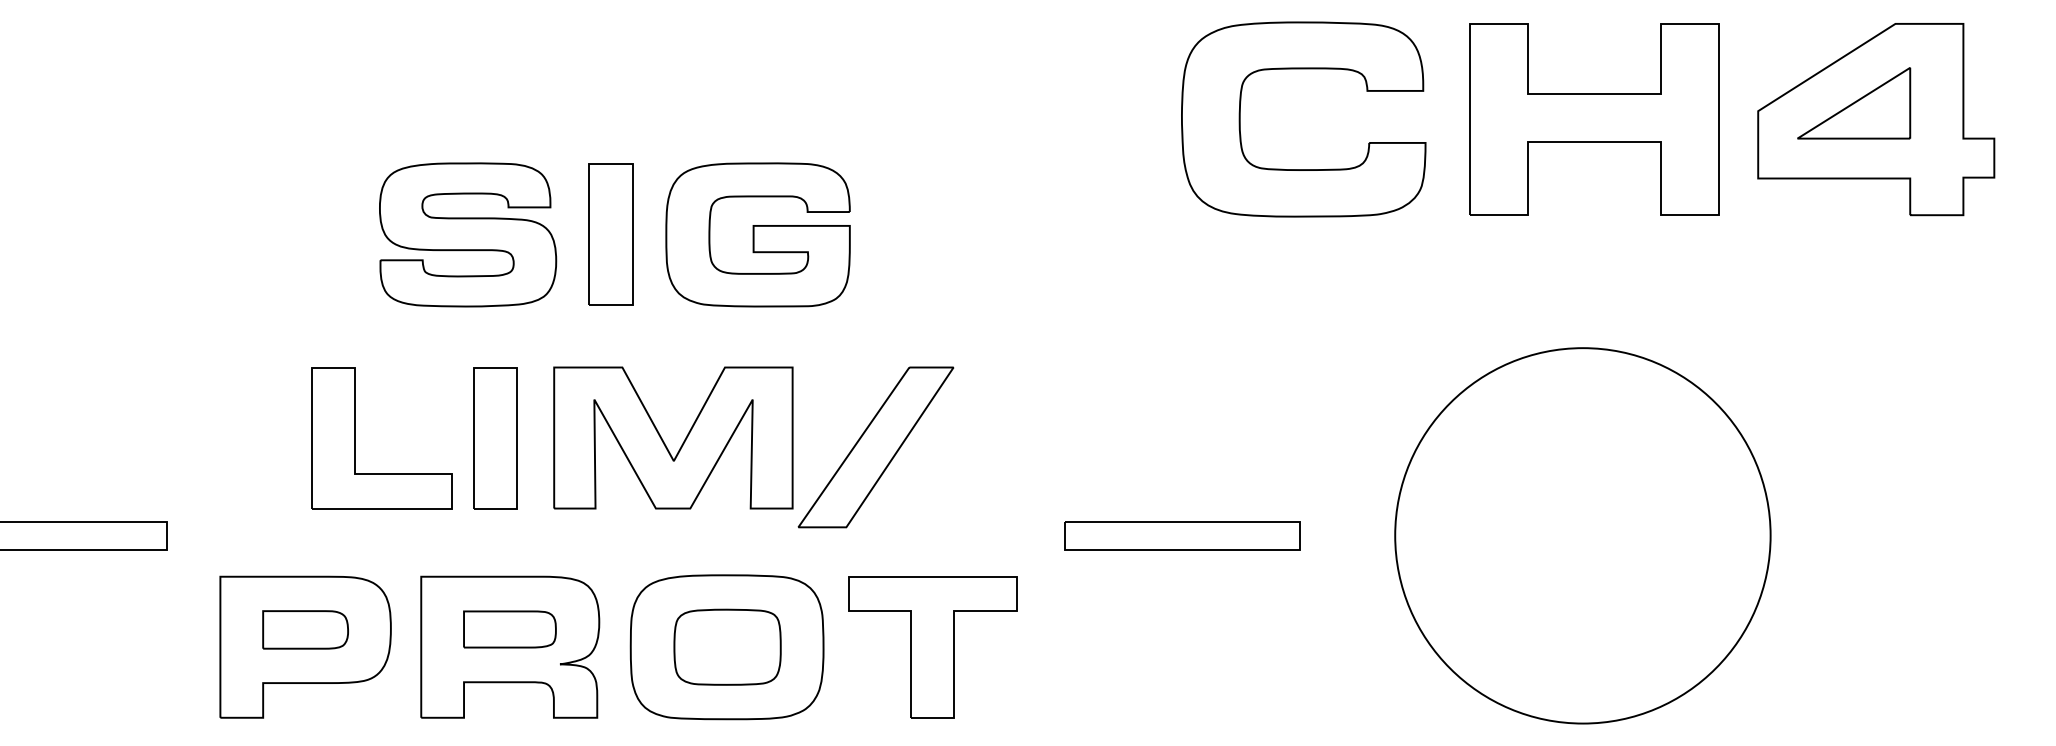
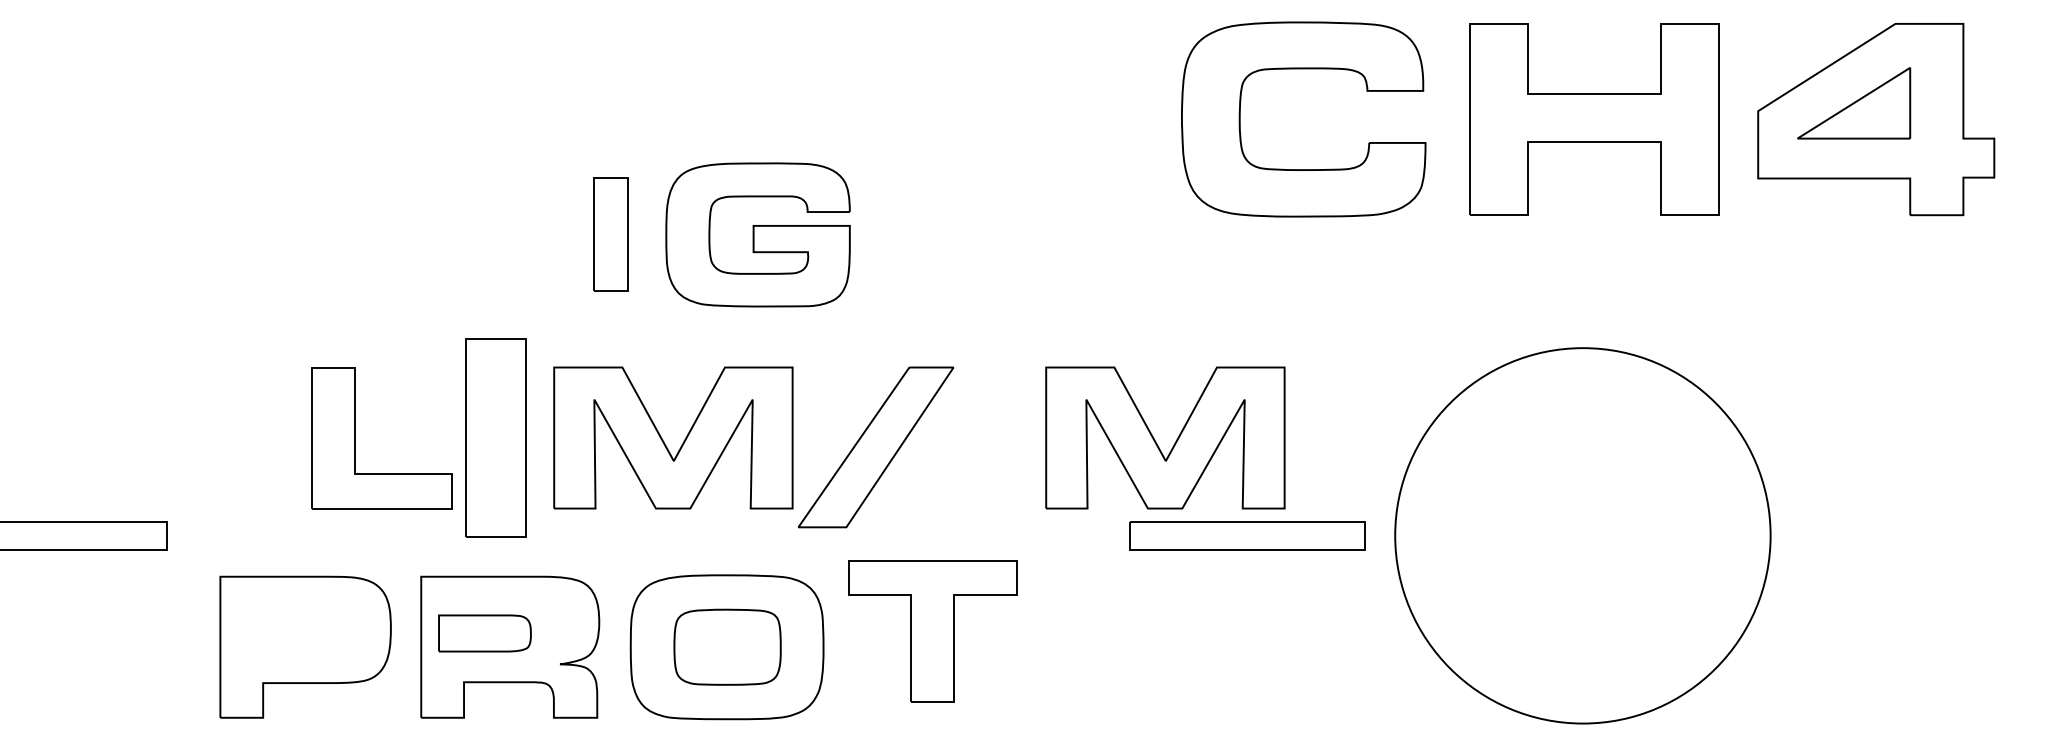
part at (468, 234): present -> none
part at (610, 234) size: 46x143 px -> 36x115 px
part at (495, 438) size: 45x143 px -> 62x200 px
part at (1156, 441): none -> present
part at (1182, 535) position: (1182, 535) -> (1247, 535)
part at (305, 629): present -> none
part at (509, 629) position: (509, 629) -> (484, 633)
part at (932, 647) position: (932, 647) -> (932, 631)
